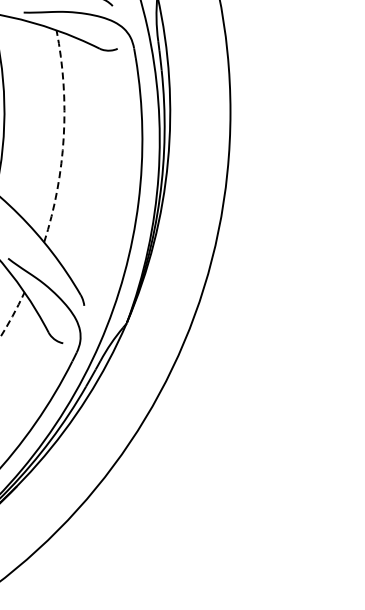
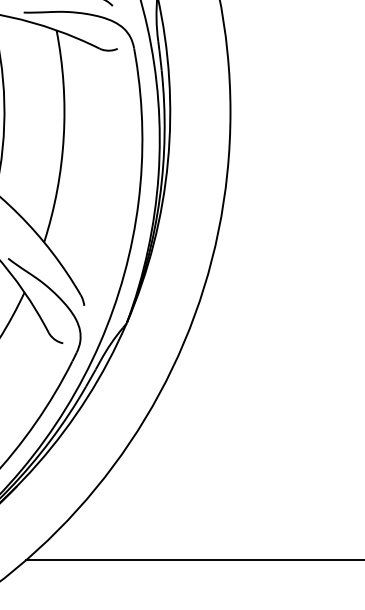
arc at (63, 137): dashed -> solid
arc at (12, 315): dashed -> solid
line at (193, 559): none -> present
